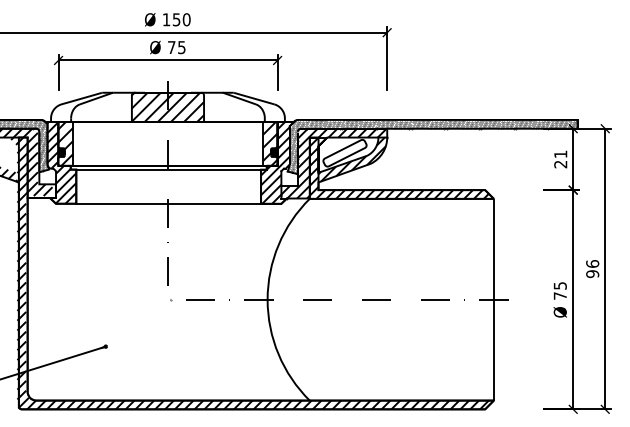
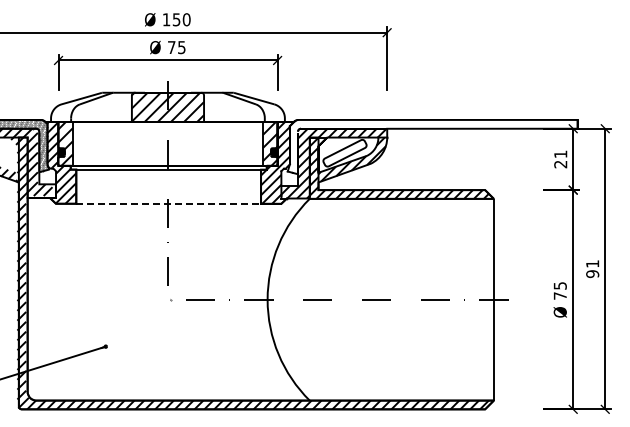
hatch at (432, 146): present -> none
line at (169, 203): solid -> dashed
text at (592, 263): 96 -> 91
